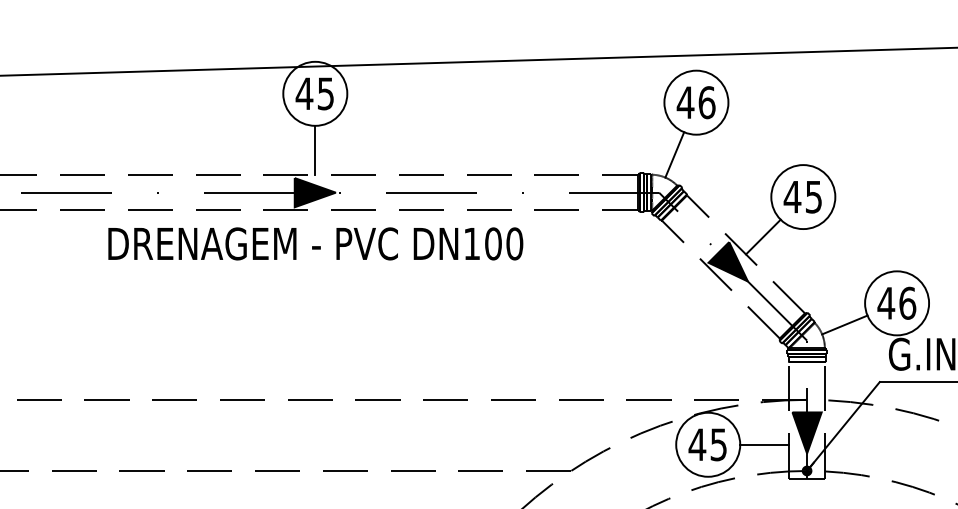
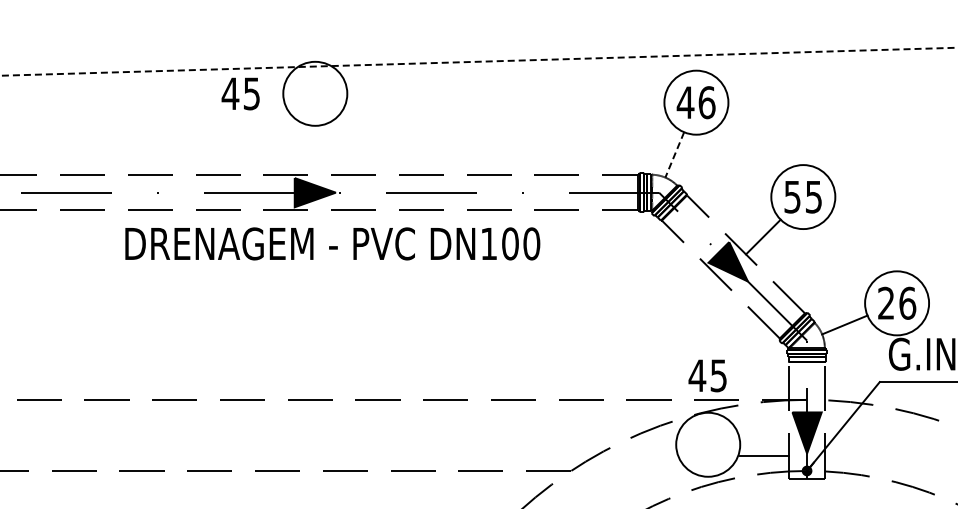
line at (479, 61): solid -> dashed
text at (314, 93) position: (314, 93) -> (240, 93)
line at (315, 149): present -> none
line at (674, 154): solid -> dashed
text at (792, 197): 45 -> 55
text at (315, 243) position: (315, 243) -> (332, 243)
text at (886, 302): 46 -> 26
text at (707, 444) position: (707, 444) -> (707, 375)
line at (764, 444) position: (764, 444) -> (764, 455)
